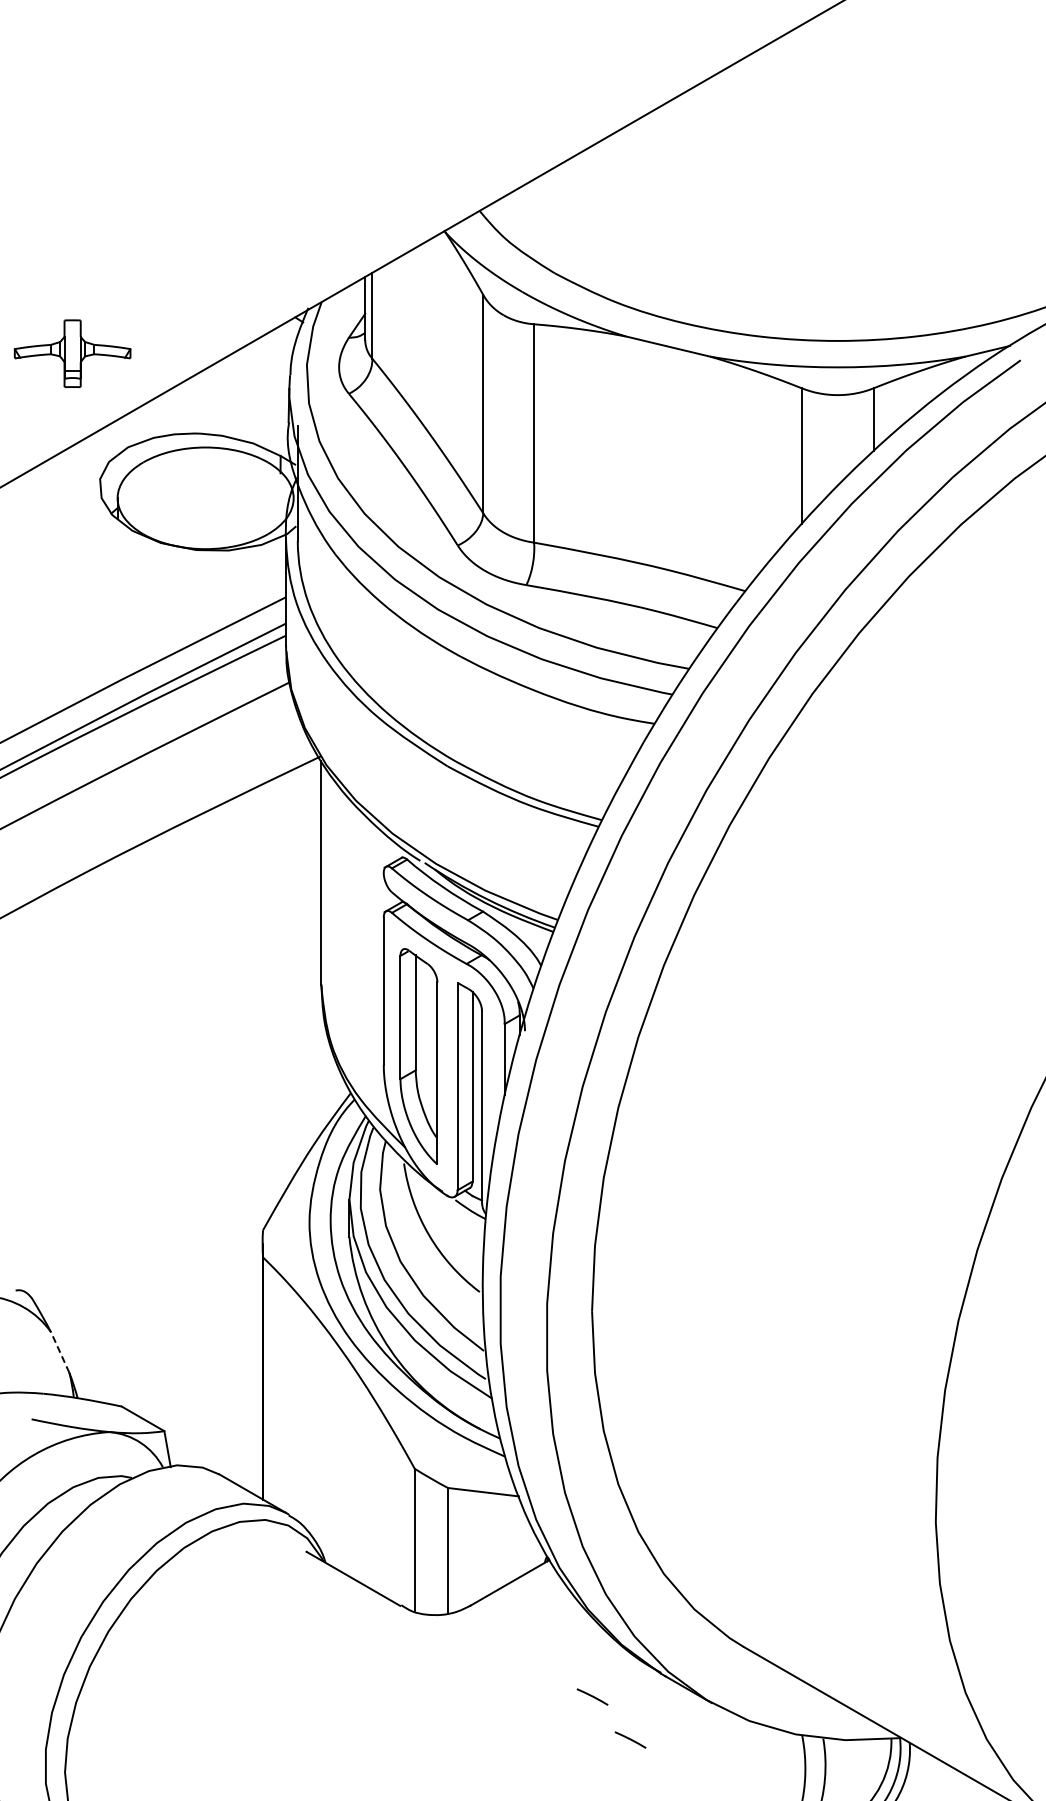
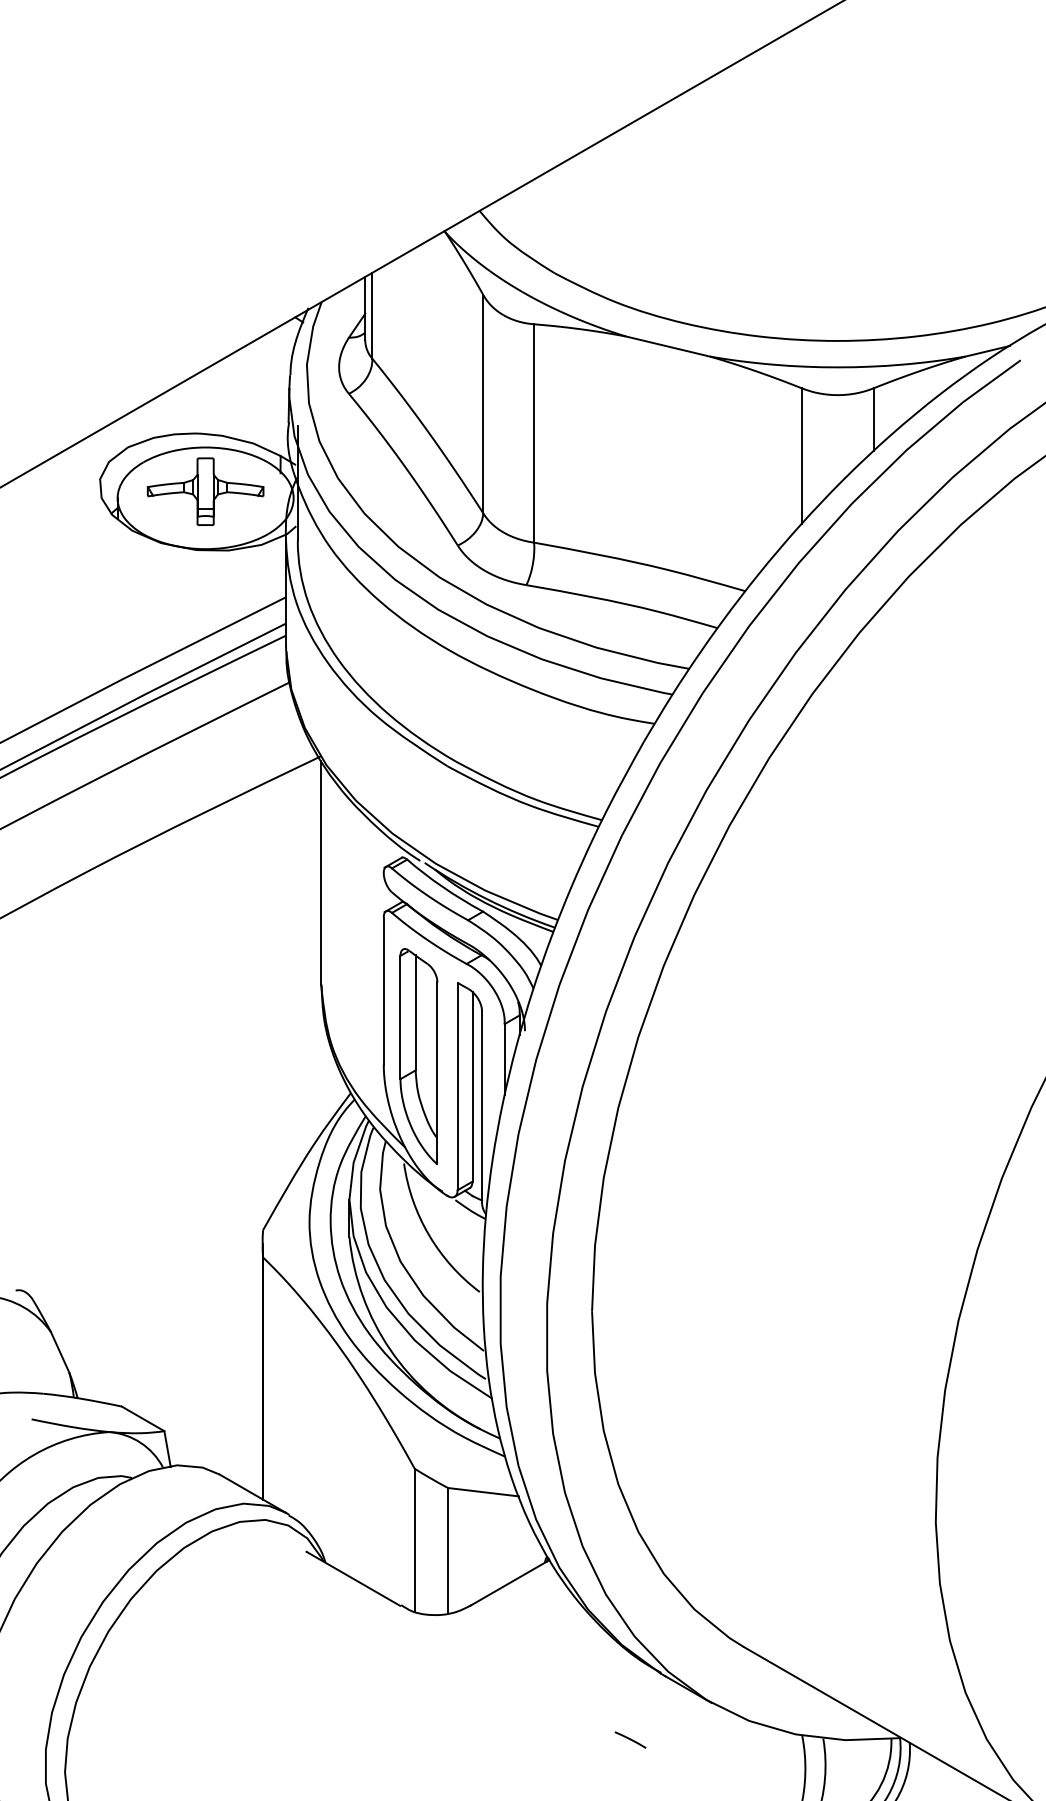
part at (72, 353) position: (72, 353) -> (205, 491)
line at (59, 1352): dashed -> solid
line at (592, 1696): present -> none
